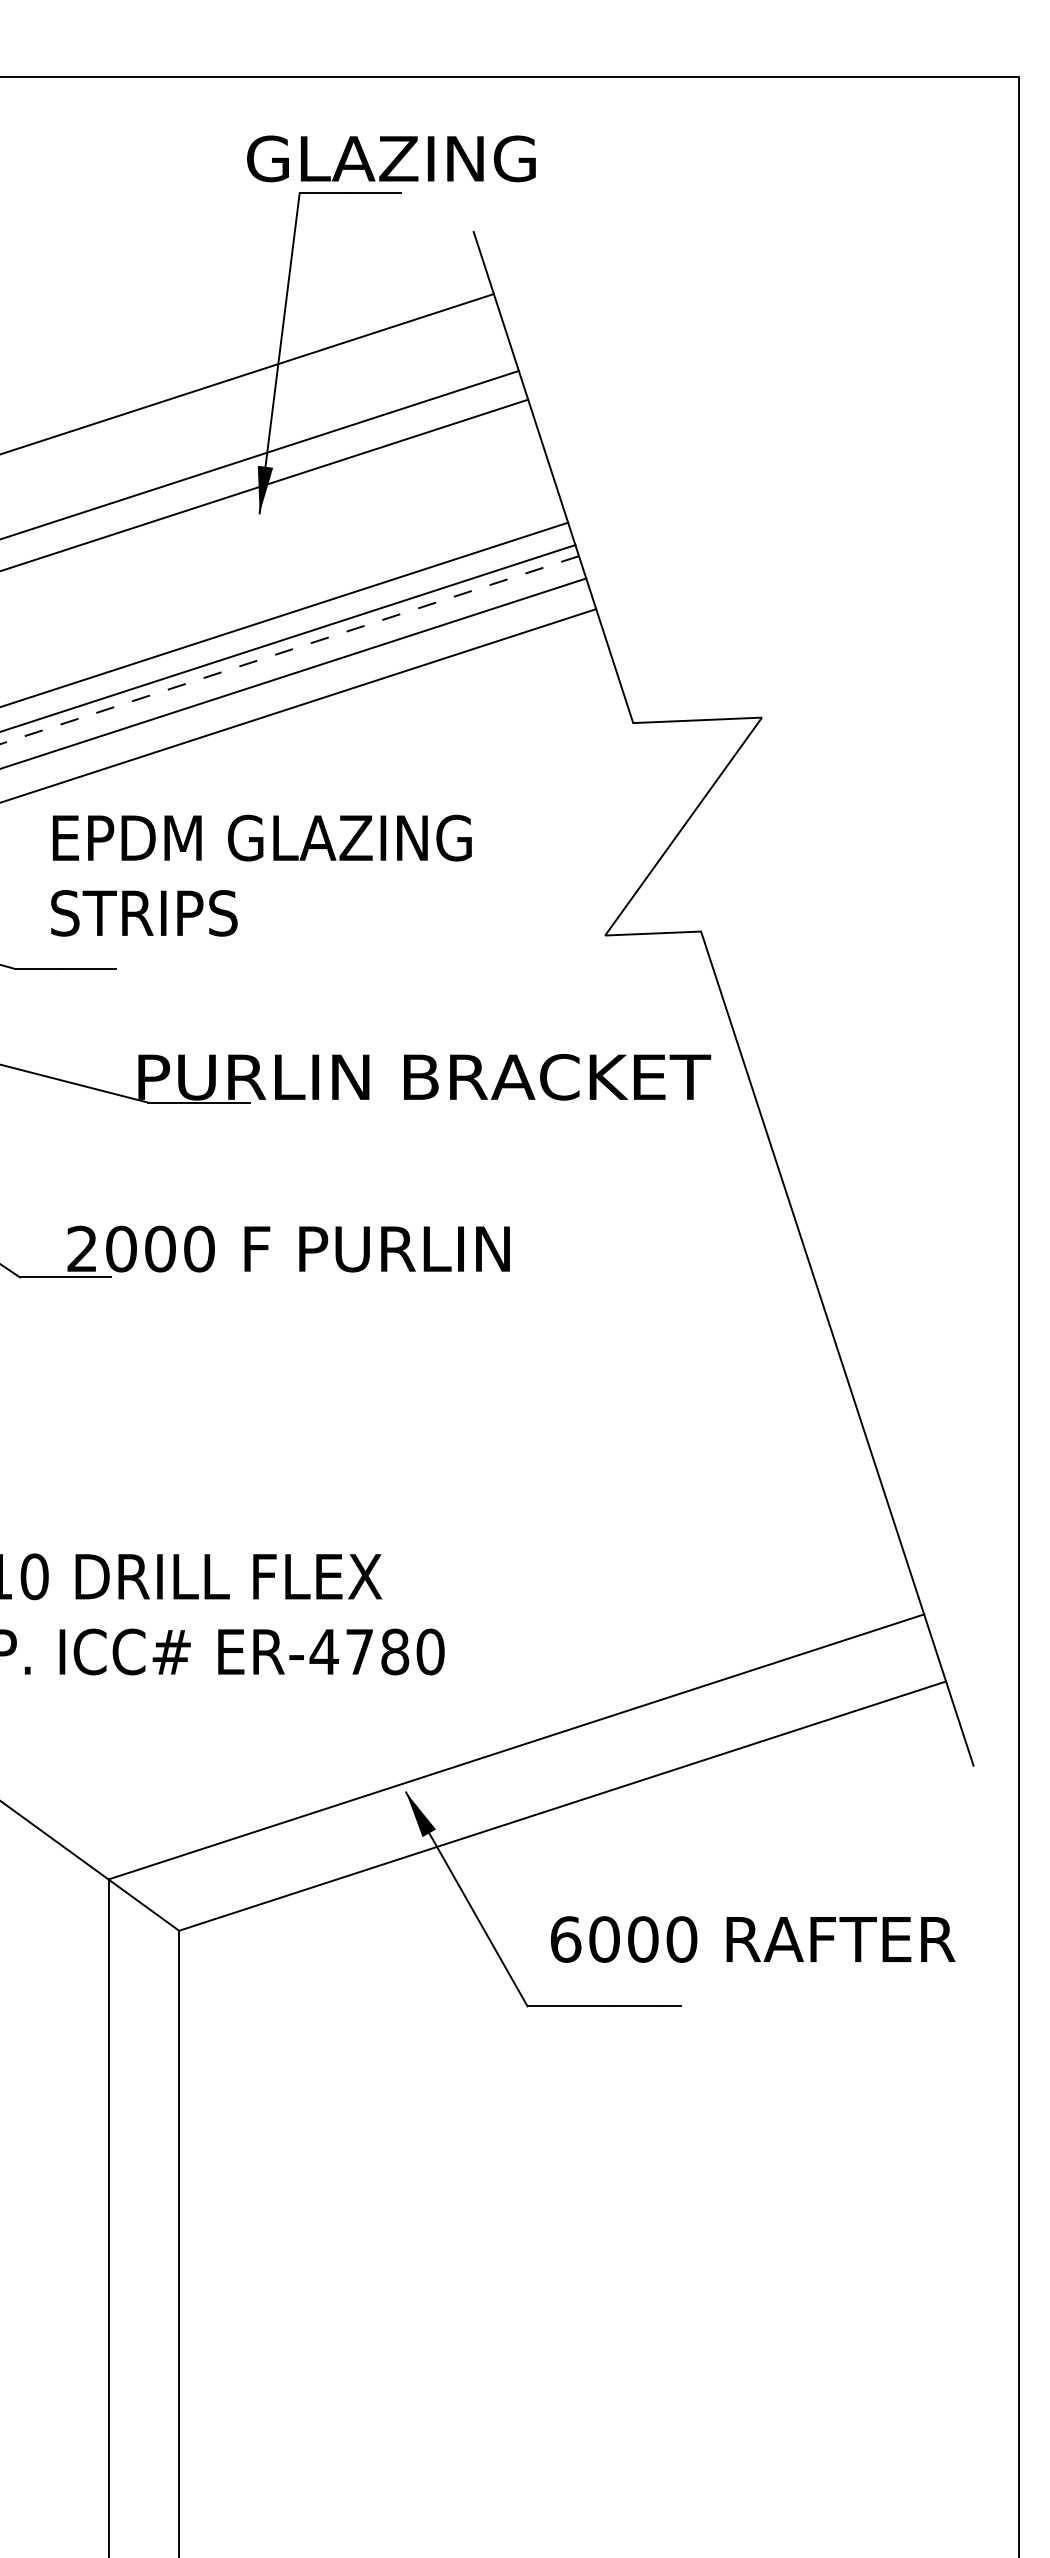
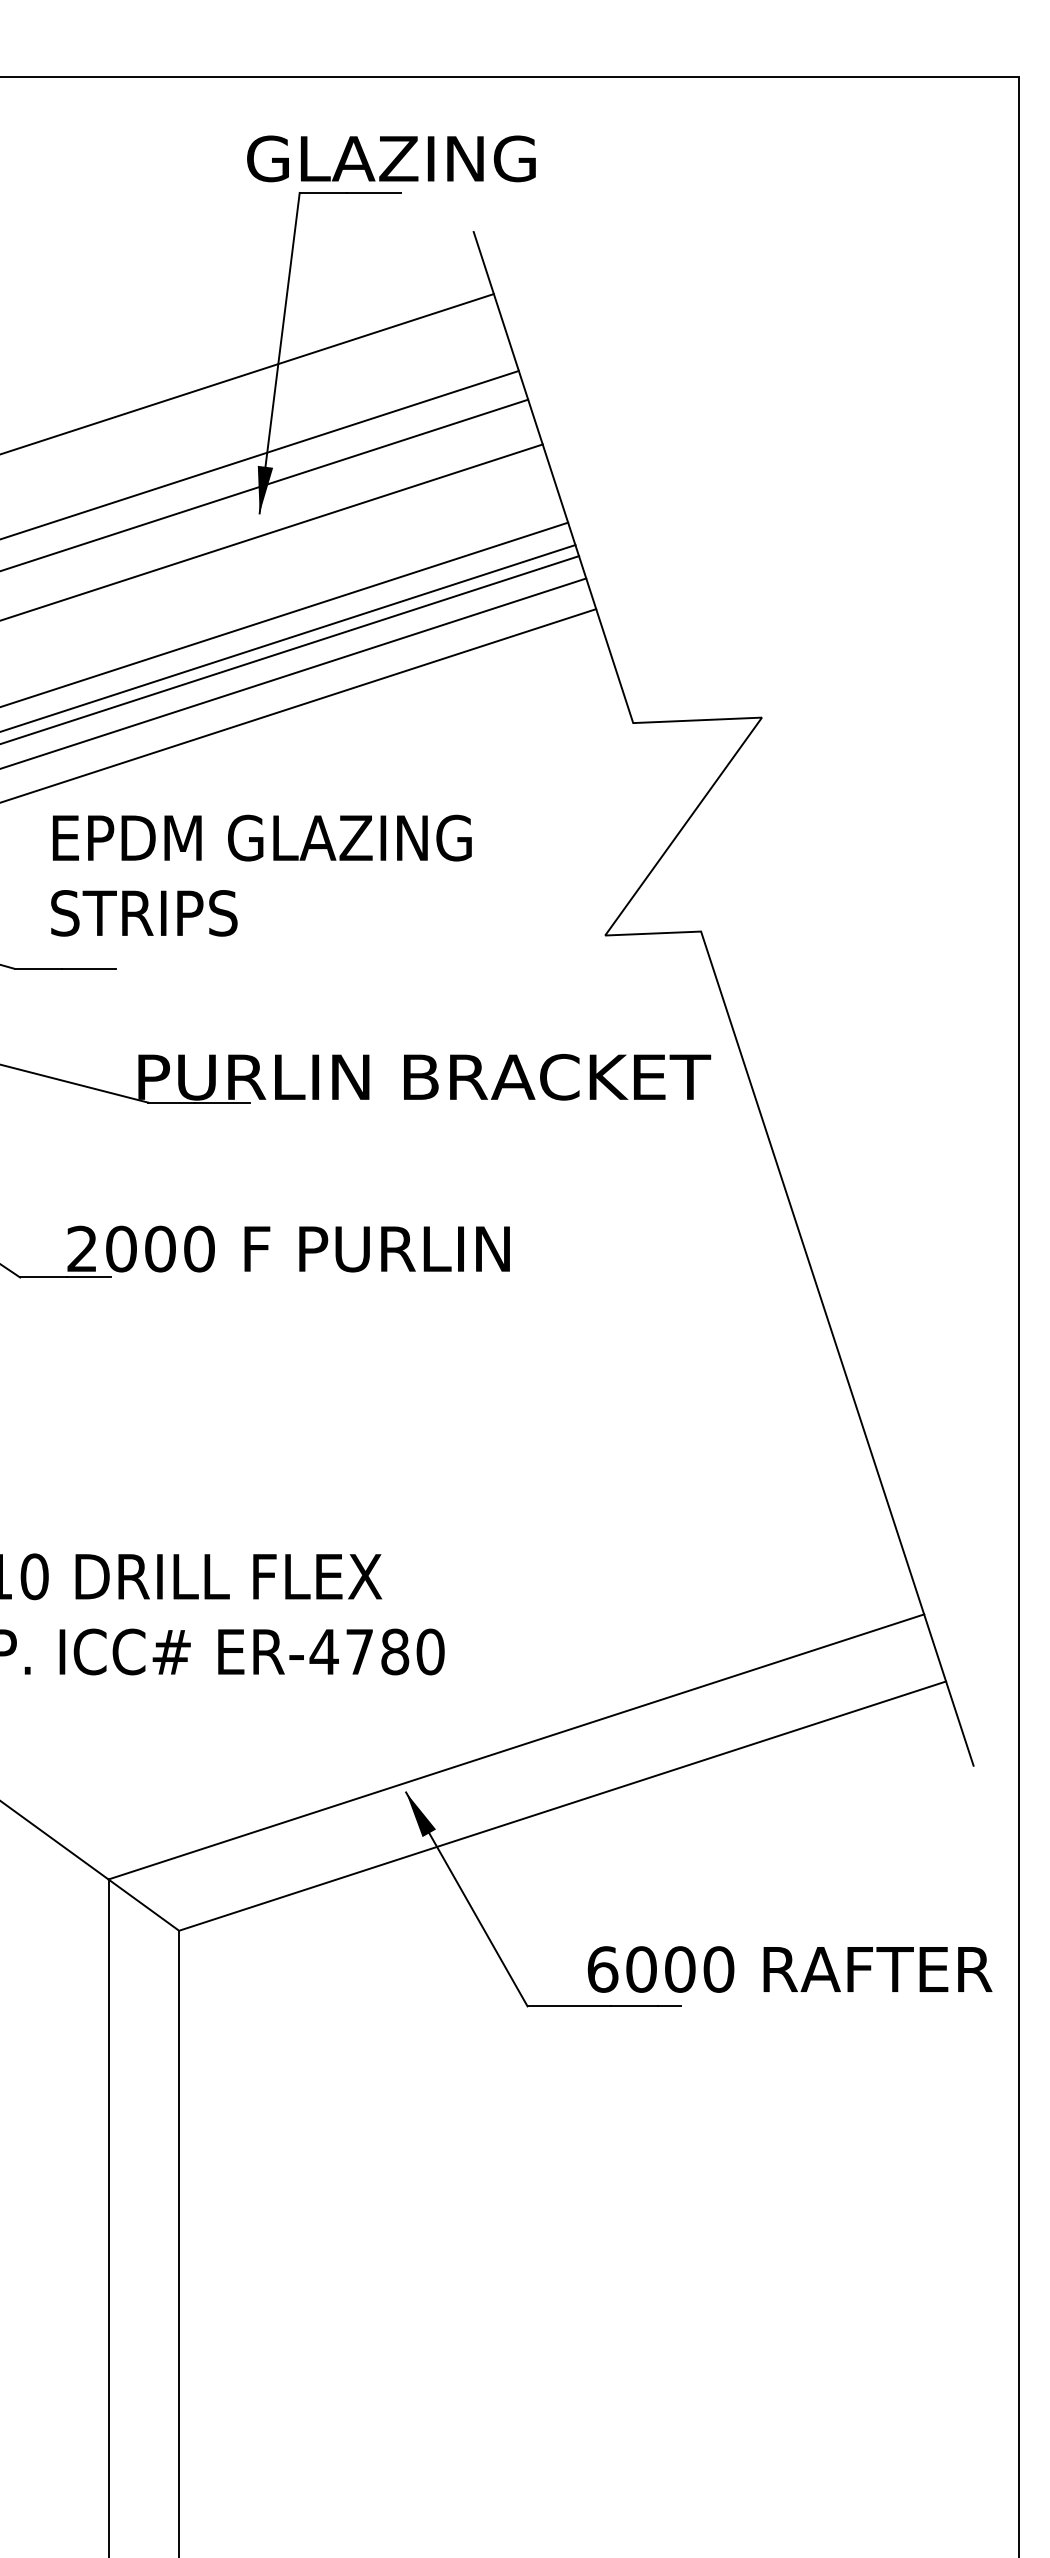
line at (272, 532): none -> present
line at (290, 650): dashed -> solid
text at (752, 1939) position: (752, 1939) -> (789, 1969)
